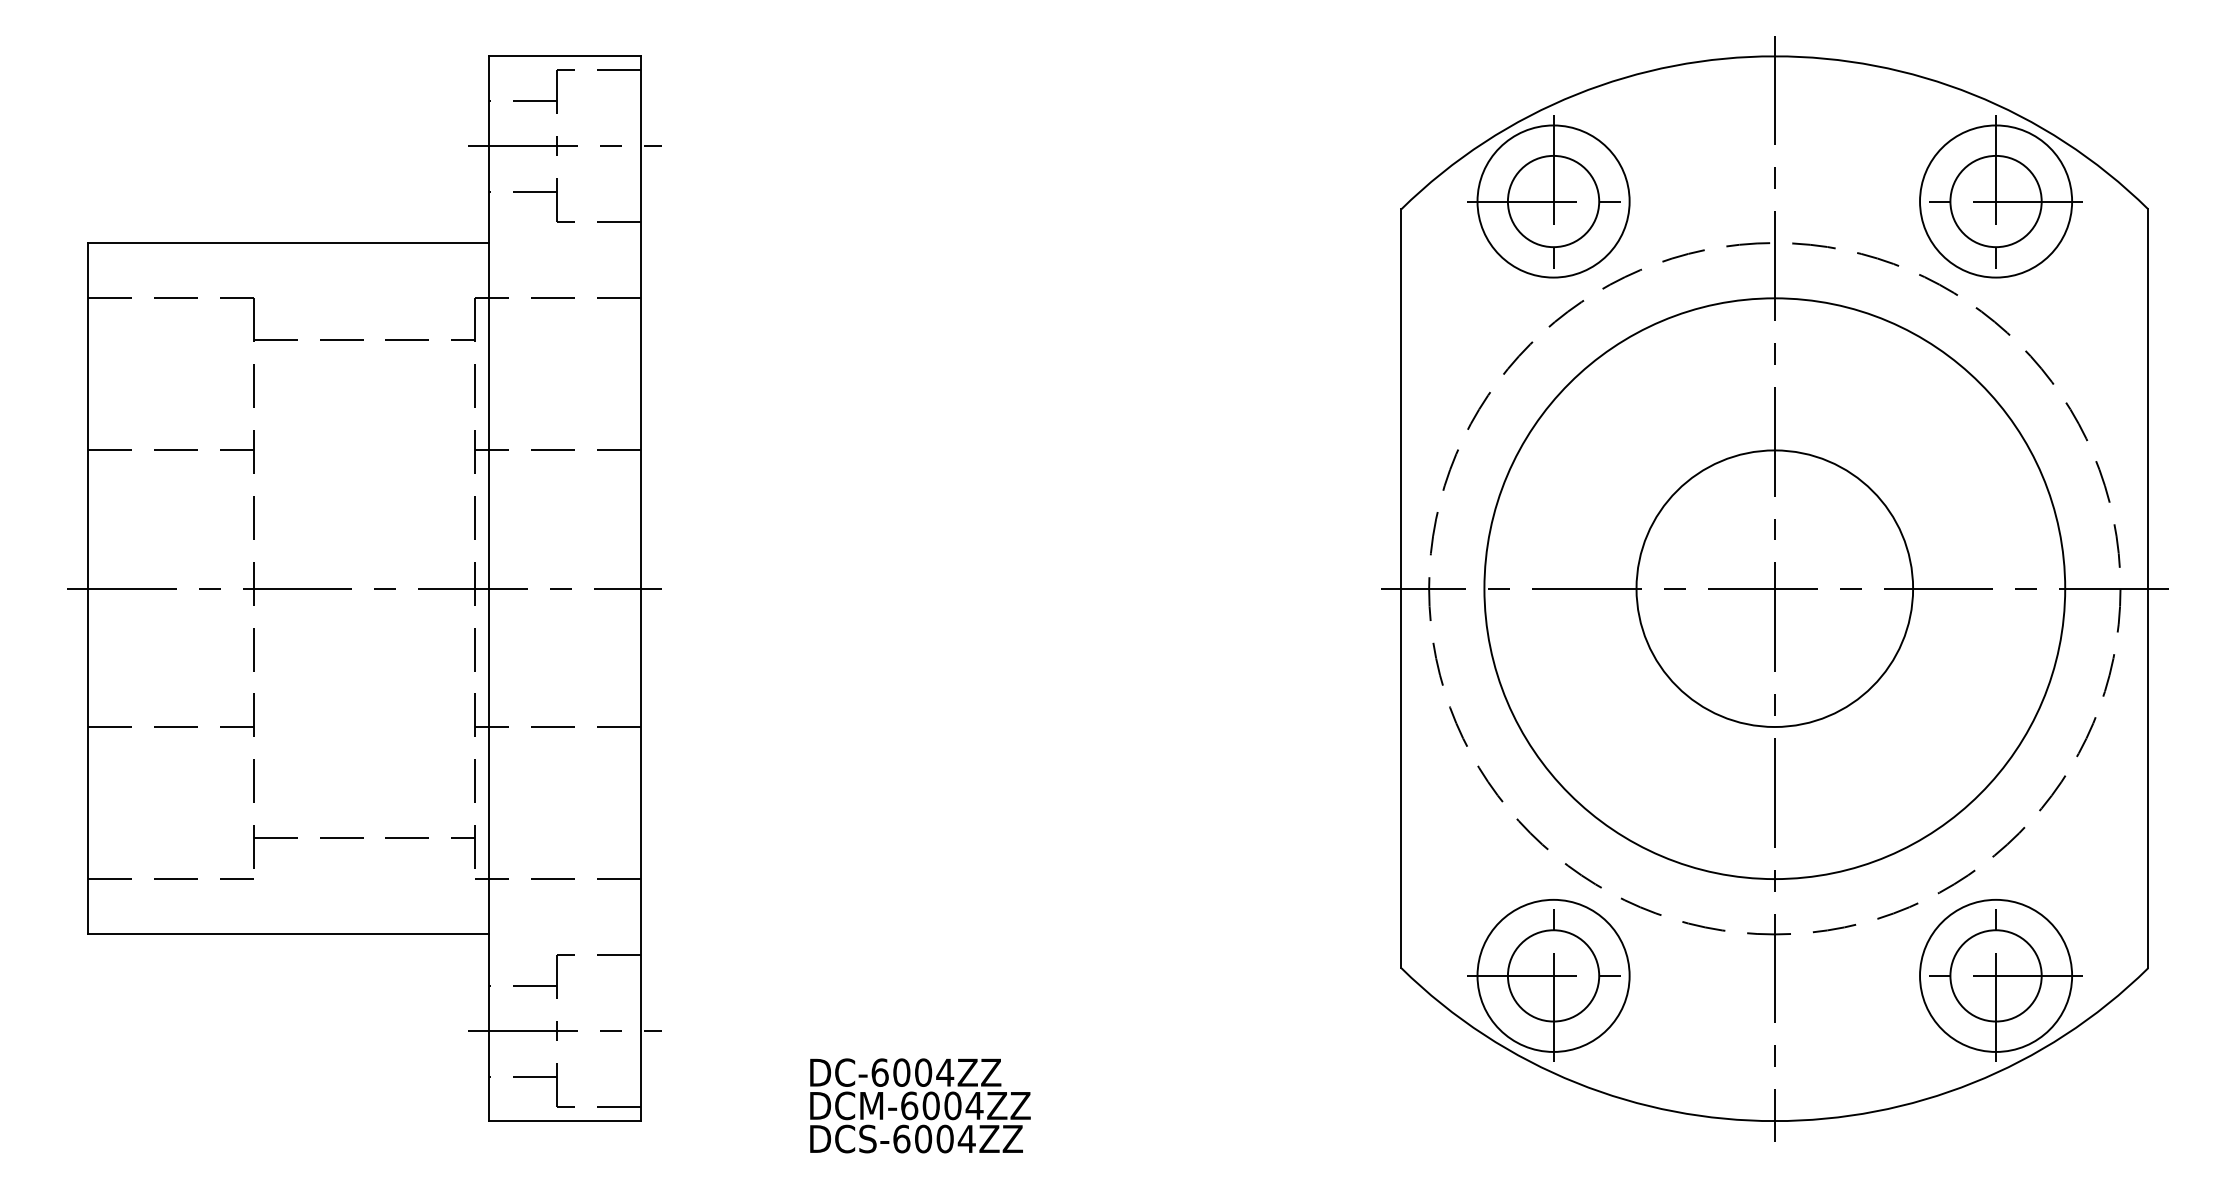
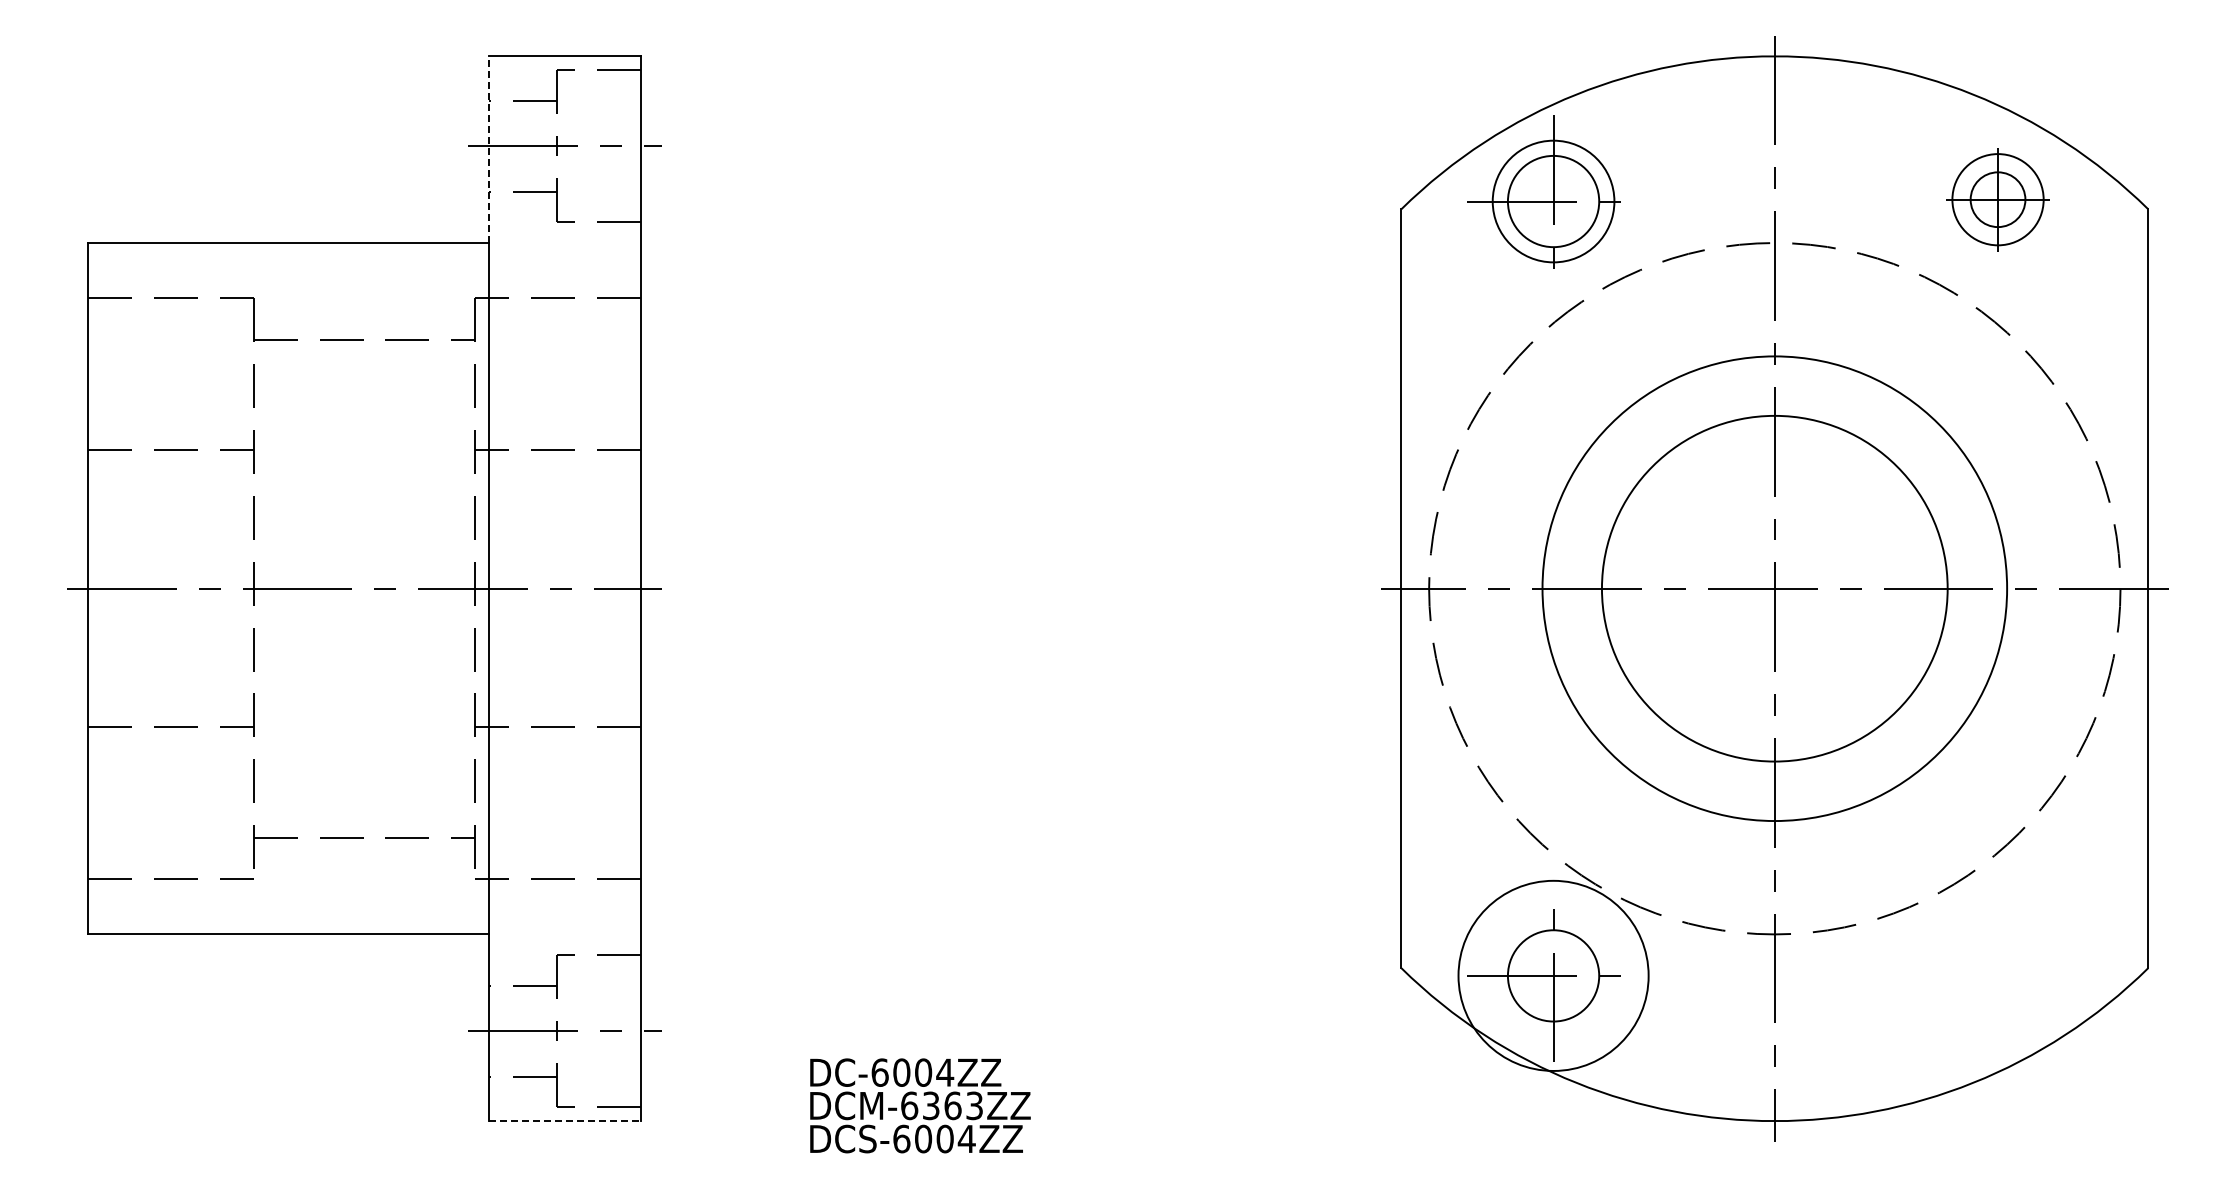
line at (488, 149): solid -> dashed
part at (2000, 196) size: 164x164 px -> 104x104 px
circle at (1553, 201) diameter: 152 px -> 122 px
circle at (1774, 588) diameter: 277 px -> 346 px
circle at (1774, 588) diameter: 581 px -> 465 px
circle at (1553, 975) diameter: 152 px -> 190 px
part at (2000, 980): present -> none
text at (952, 1105): DCM-6004ZZ -> DCM-6363ZZ
line at (565, 1121): solid -> dashed
